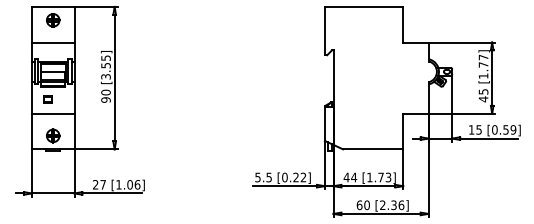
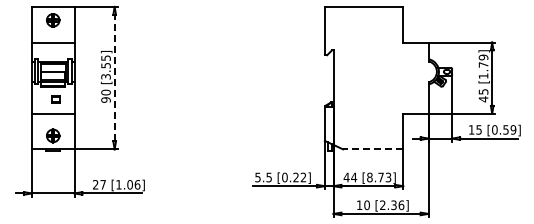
text at (483, 57): [1.77] -> [1.79]
line at (114, 77): solid -> dashed
part at (47, 99) position: (47, 99) -> (55, 99)
line at (372, 149): solid -> dashed
text at (369, 177): [1.73] -> [8.73]
text at (359, 205): 60 -> 10
